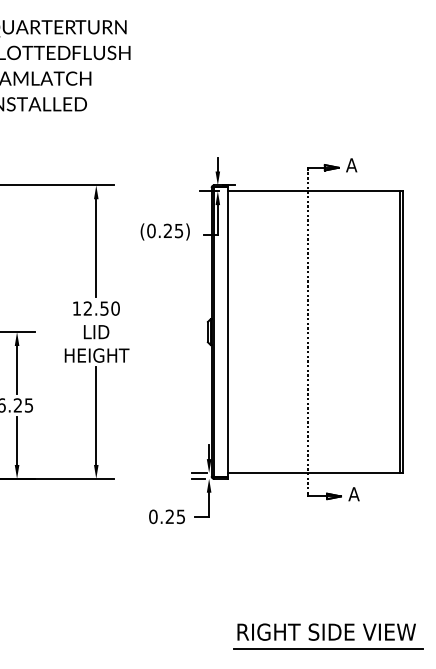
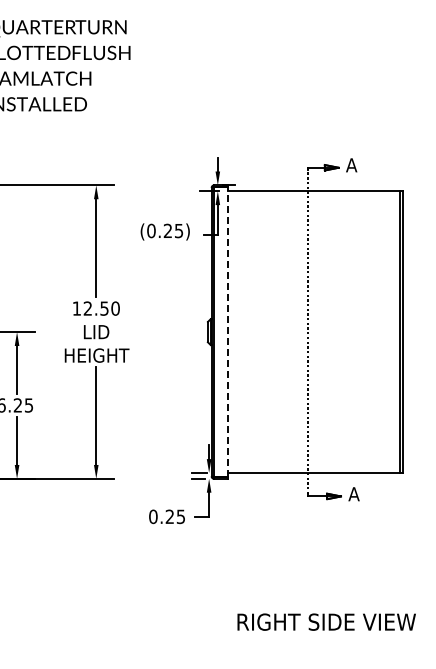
line at (227, 332): solid -> dashed
text at (326, 631) position: (326, 631) -> (326, 621)
line at (328, 648): present -> none
